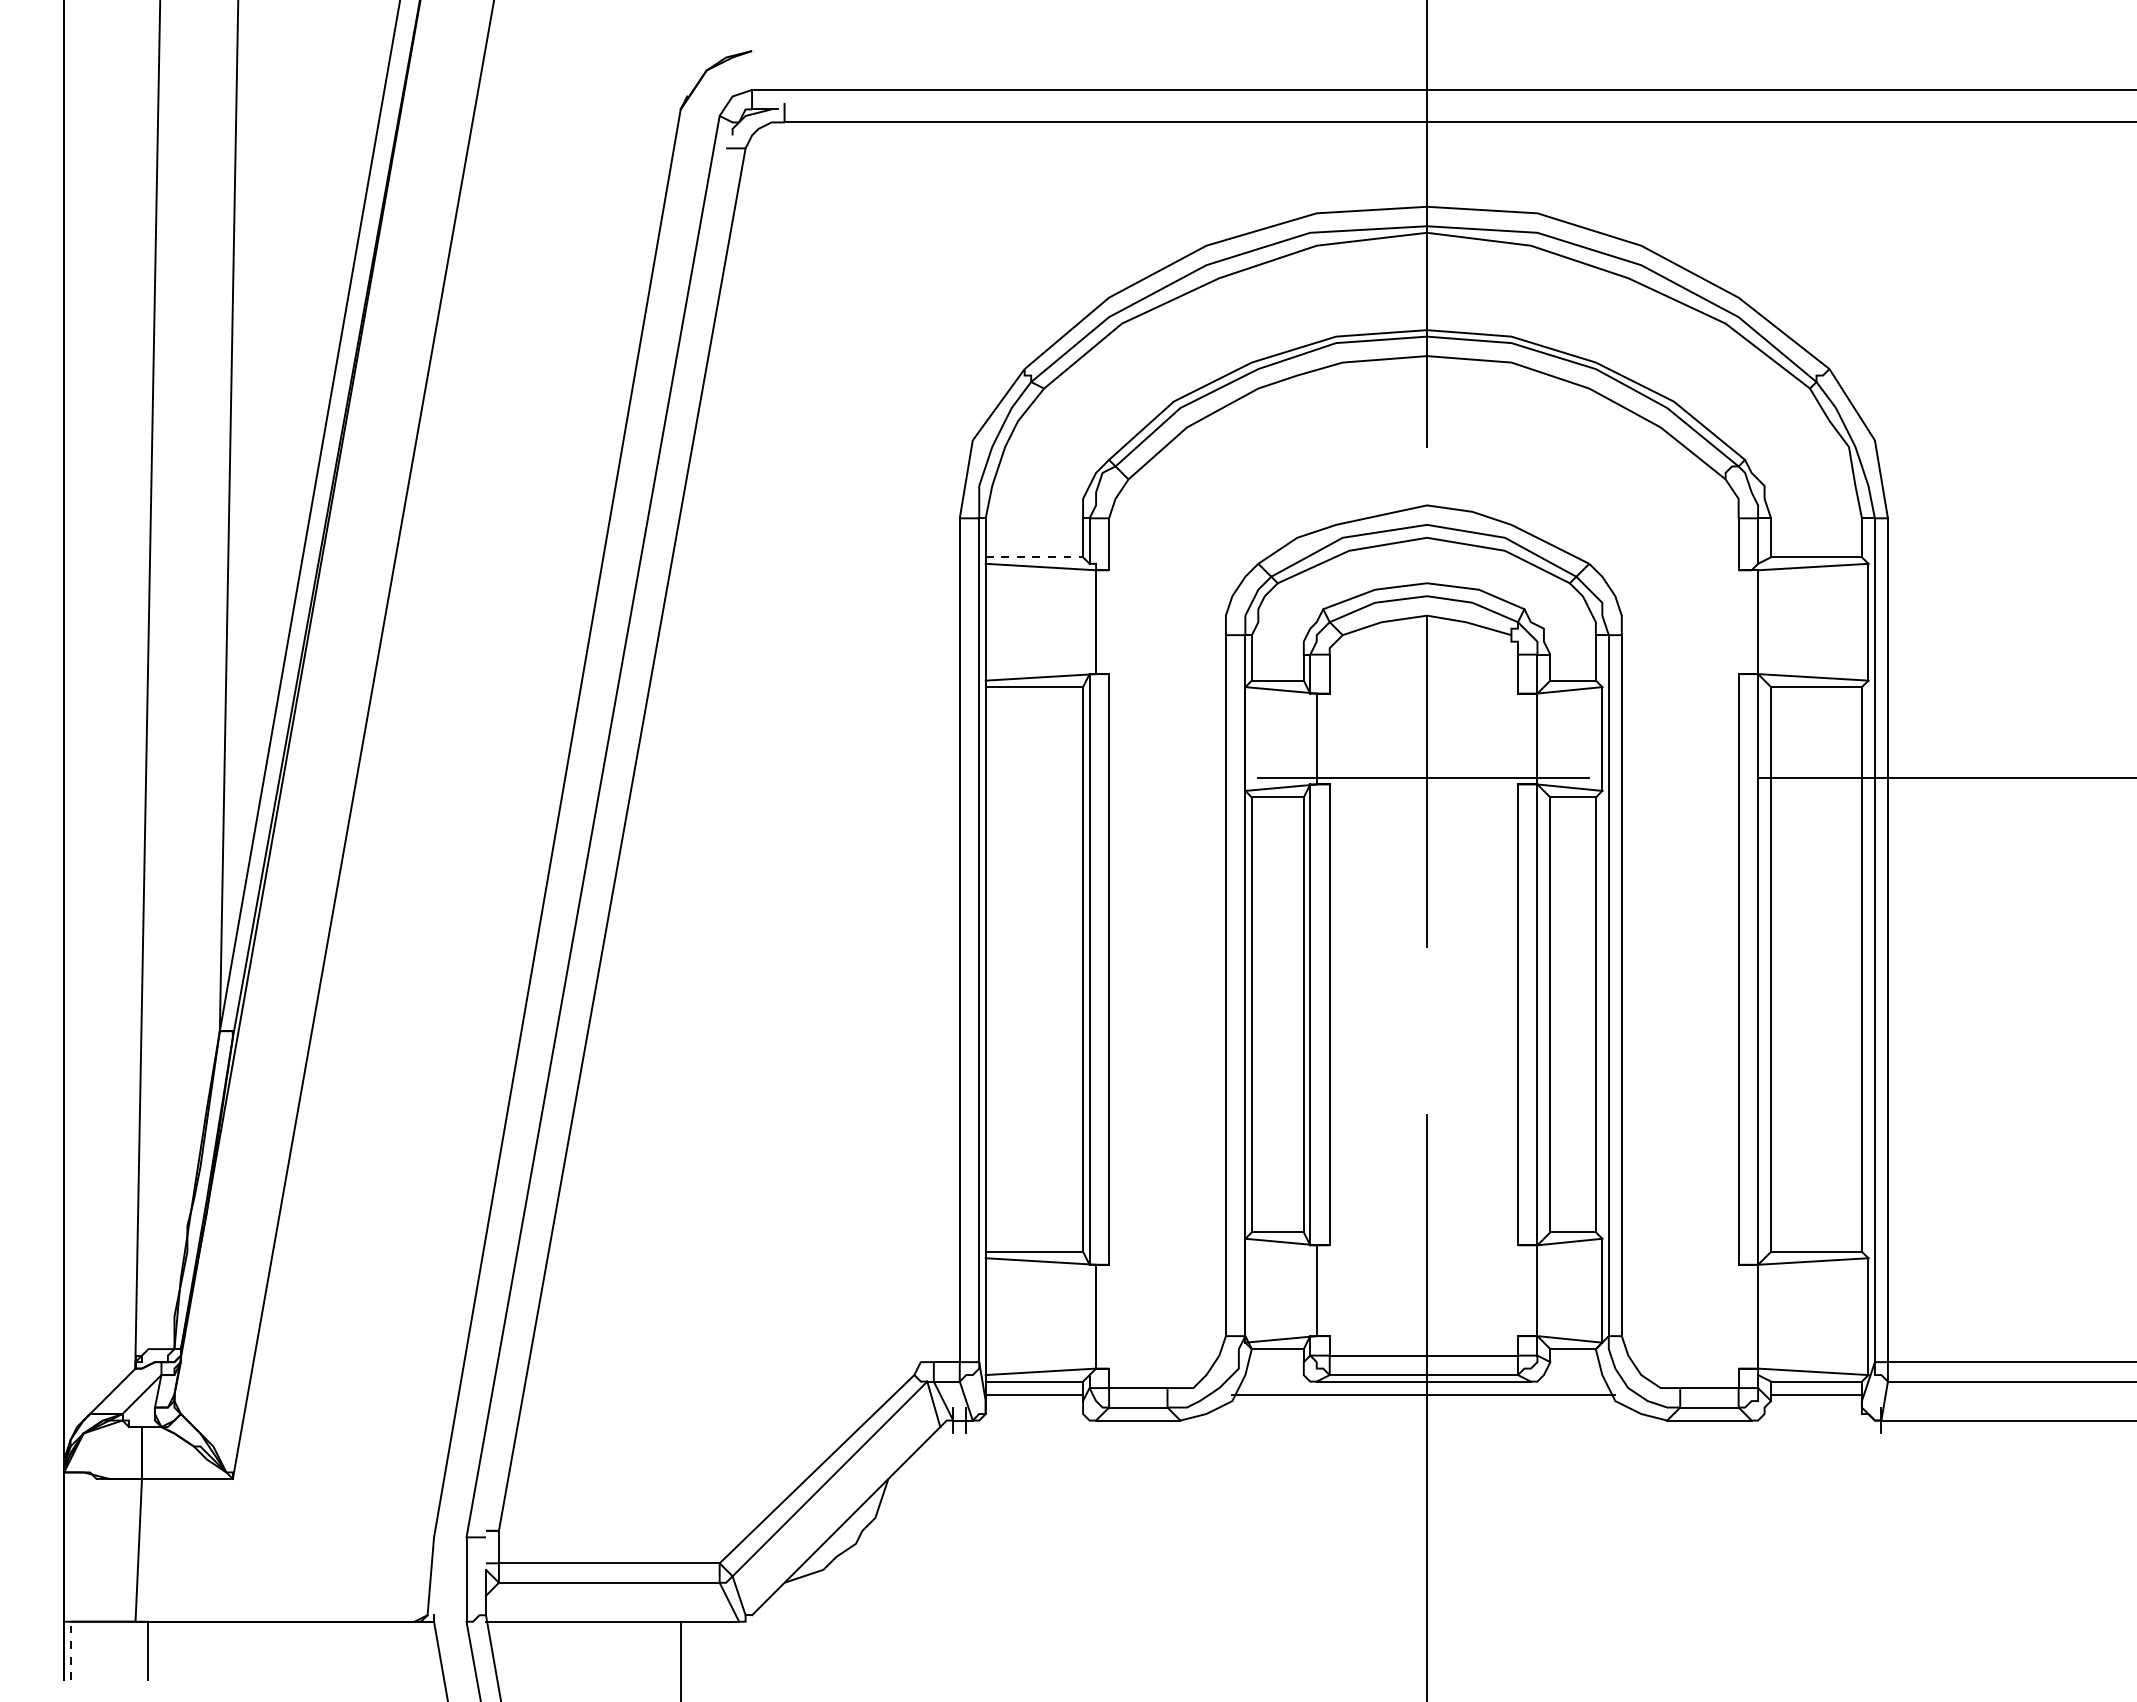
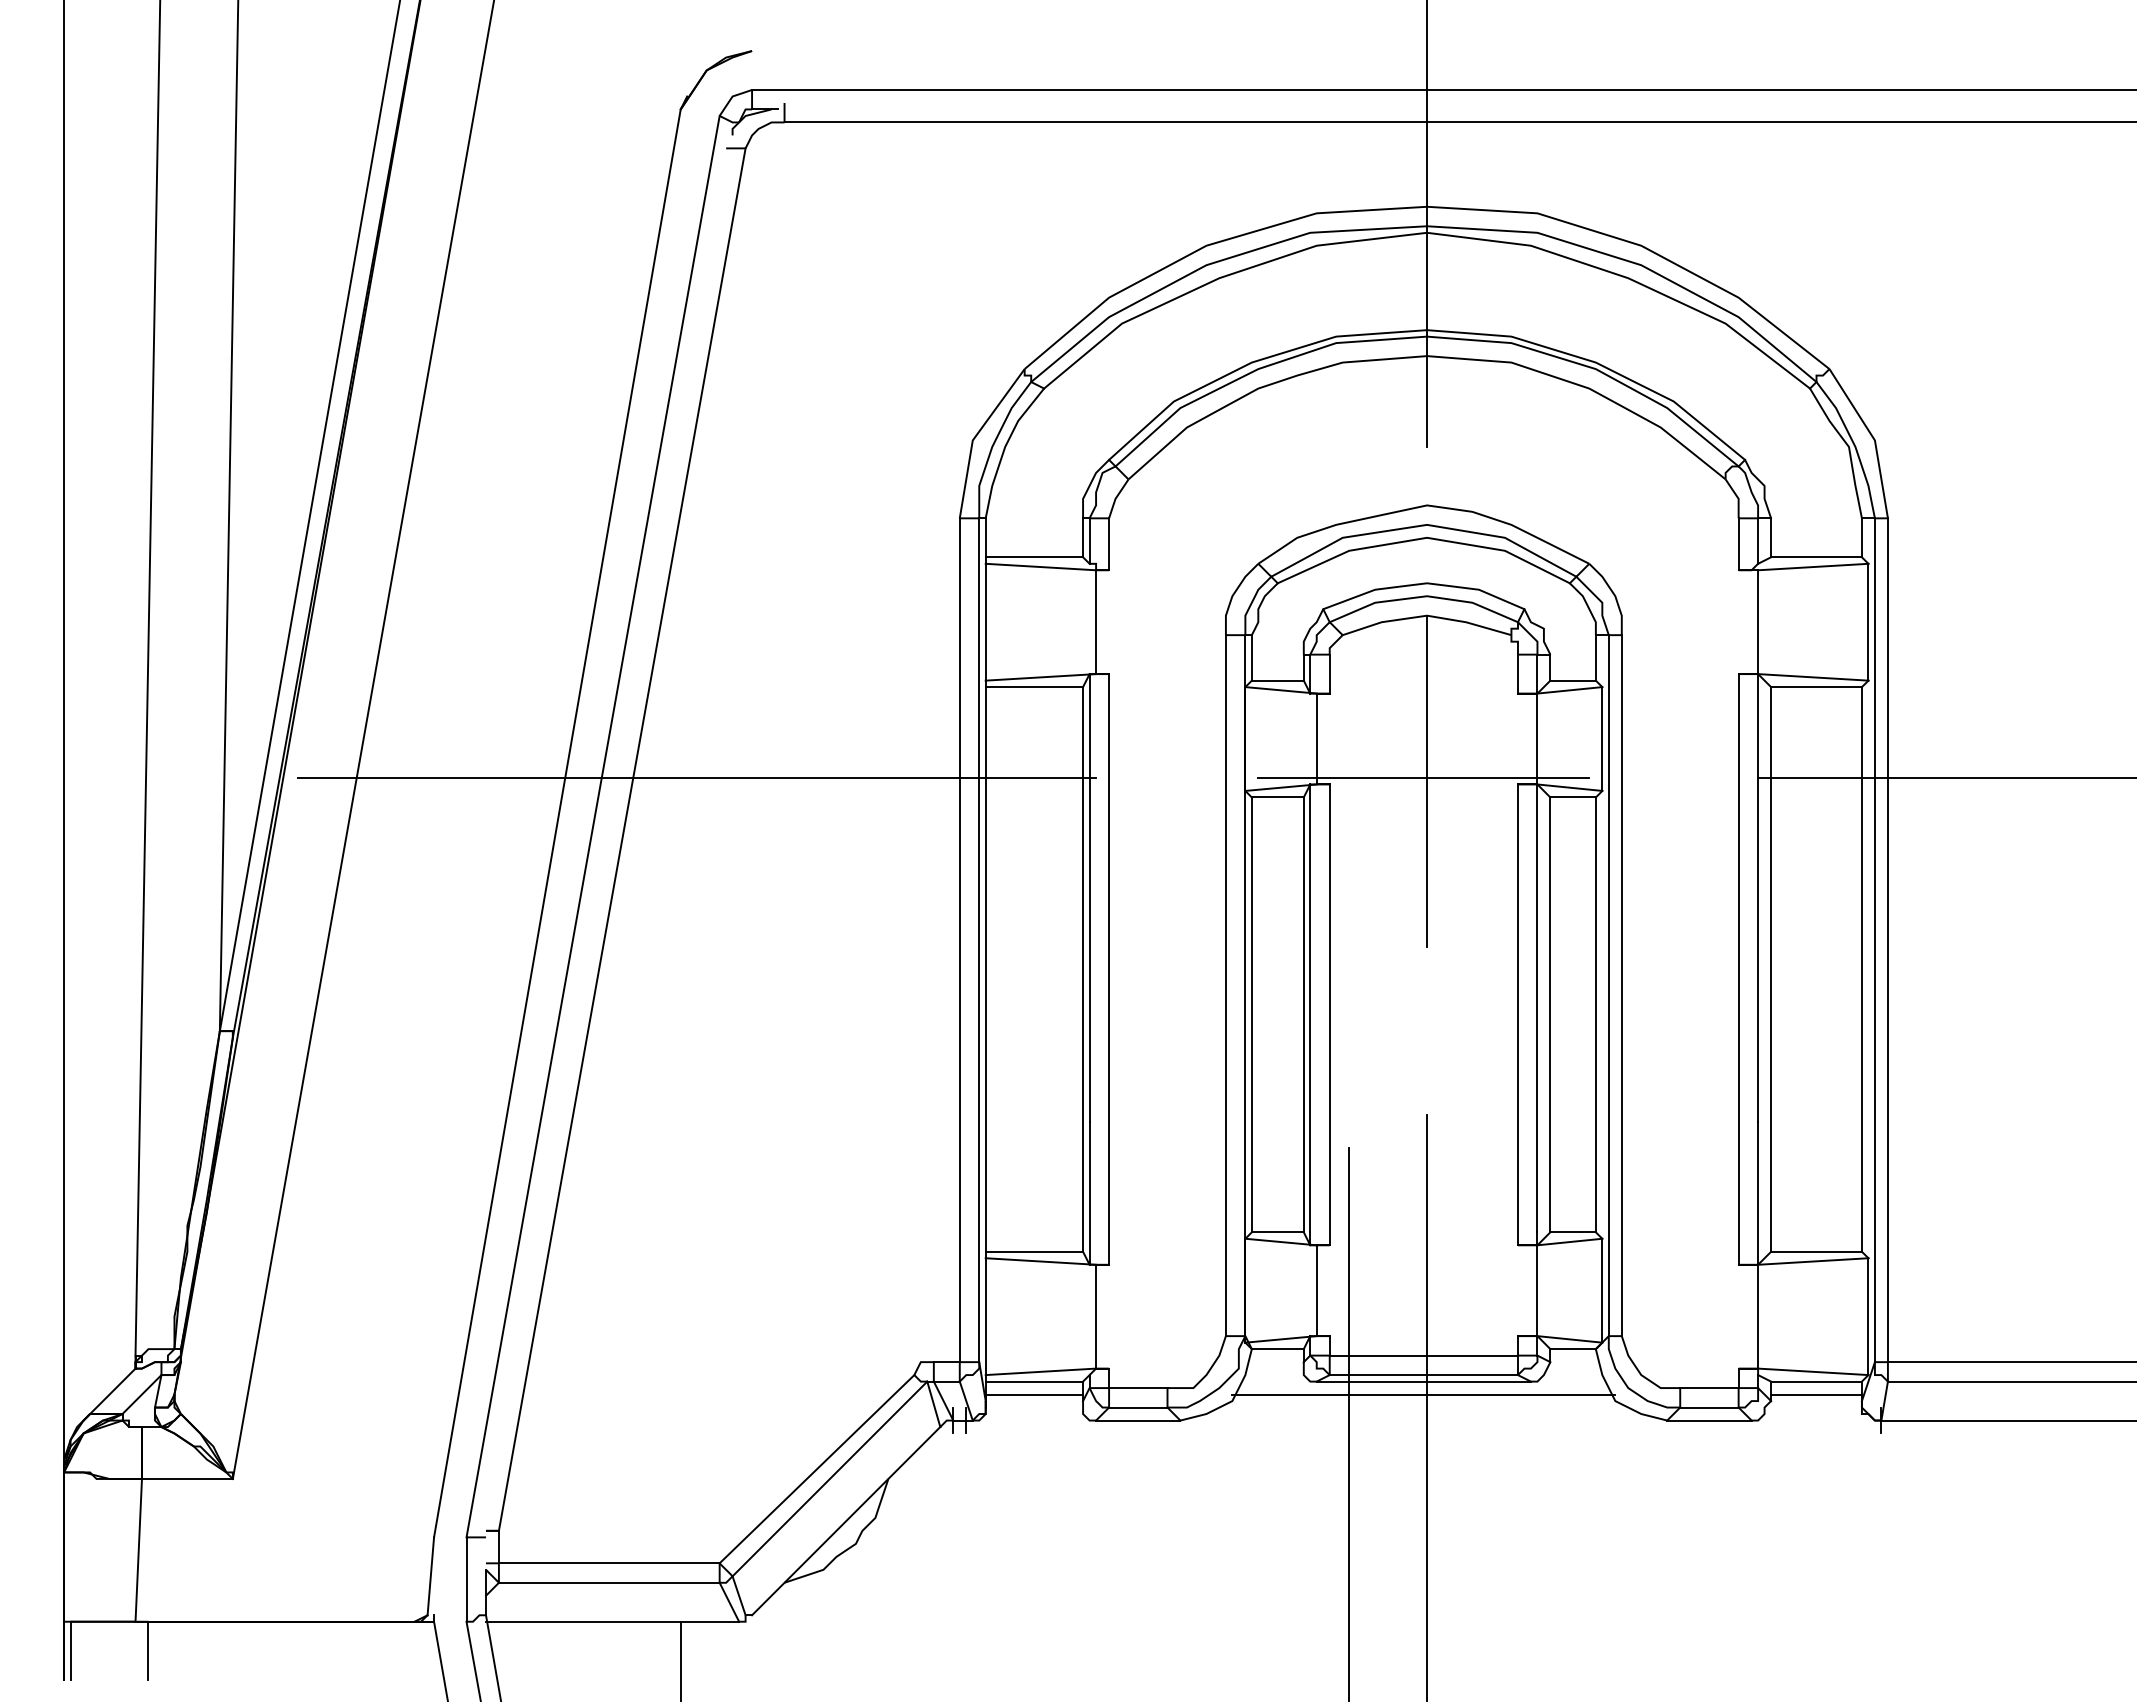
line at (1034, 557): dashed -> solid
line at (696, 778): none -> present
line at (1349, 1422): none -> present
line at (70, 1650): dashed -> solid
